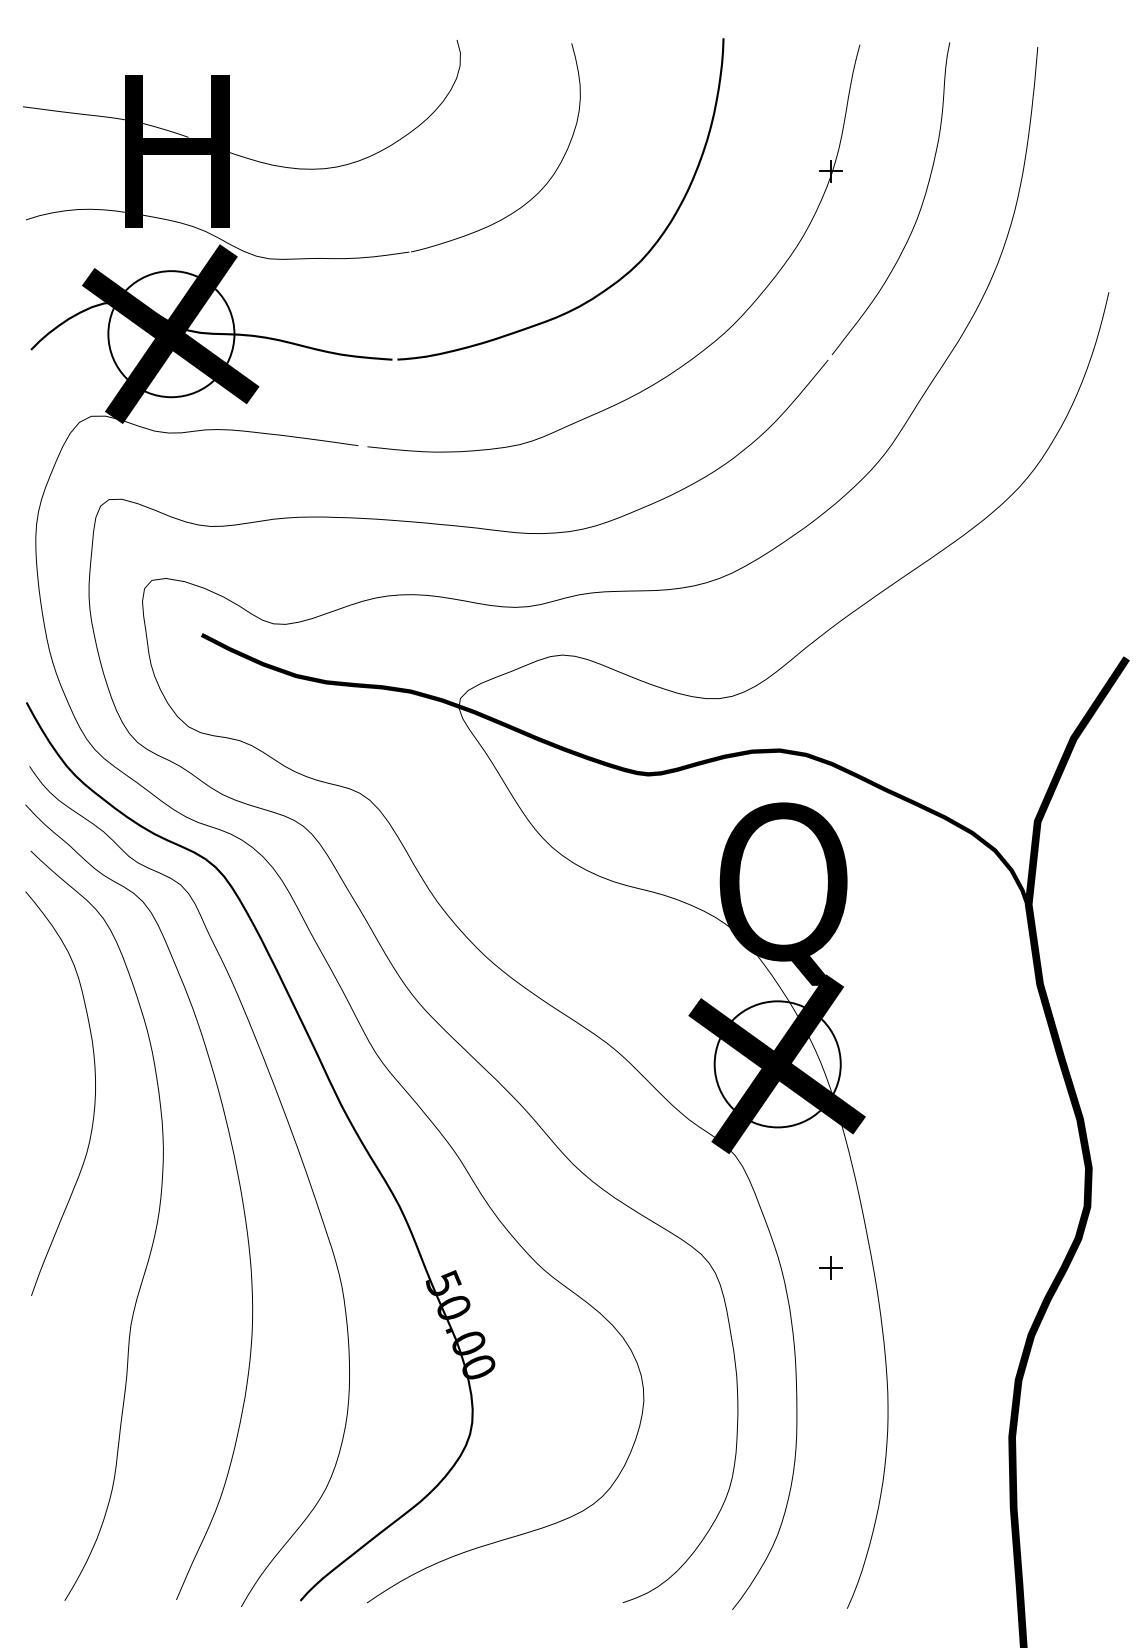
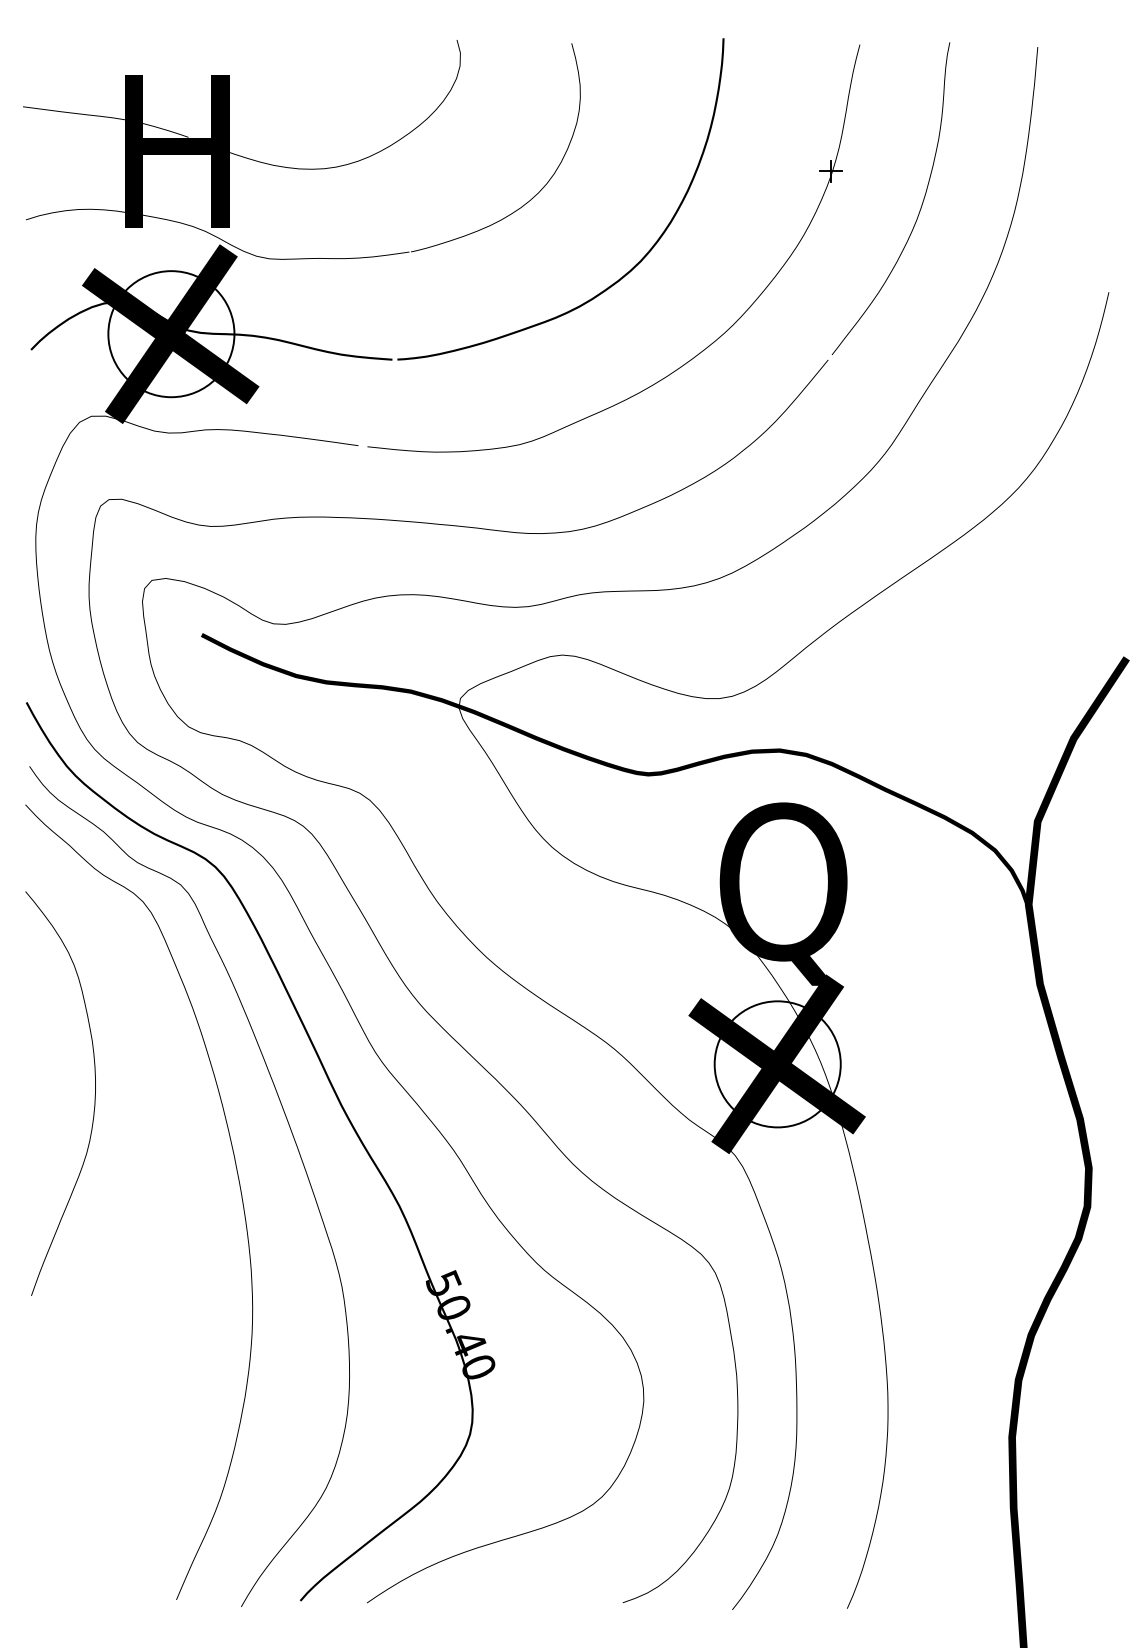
curve at (153, 1237): present -> none
part at (830, 1267): present -> none
text at (469, 1343): 50.00 -> 50.40
